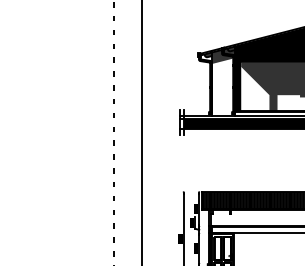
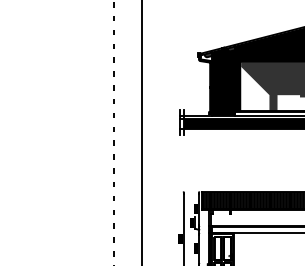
fill at (223, 81): none -> present
